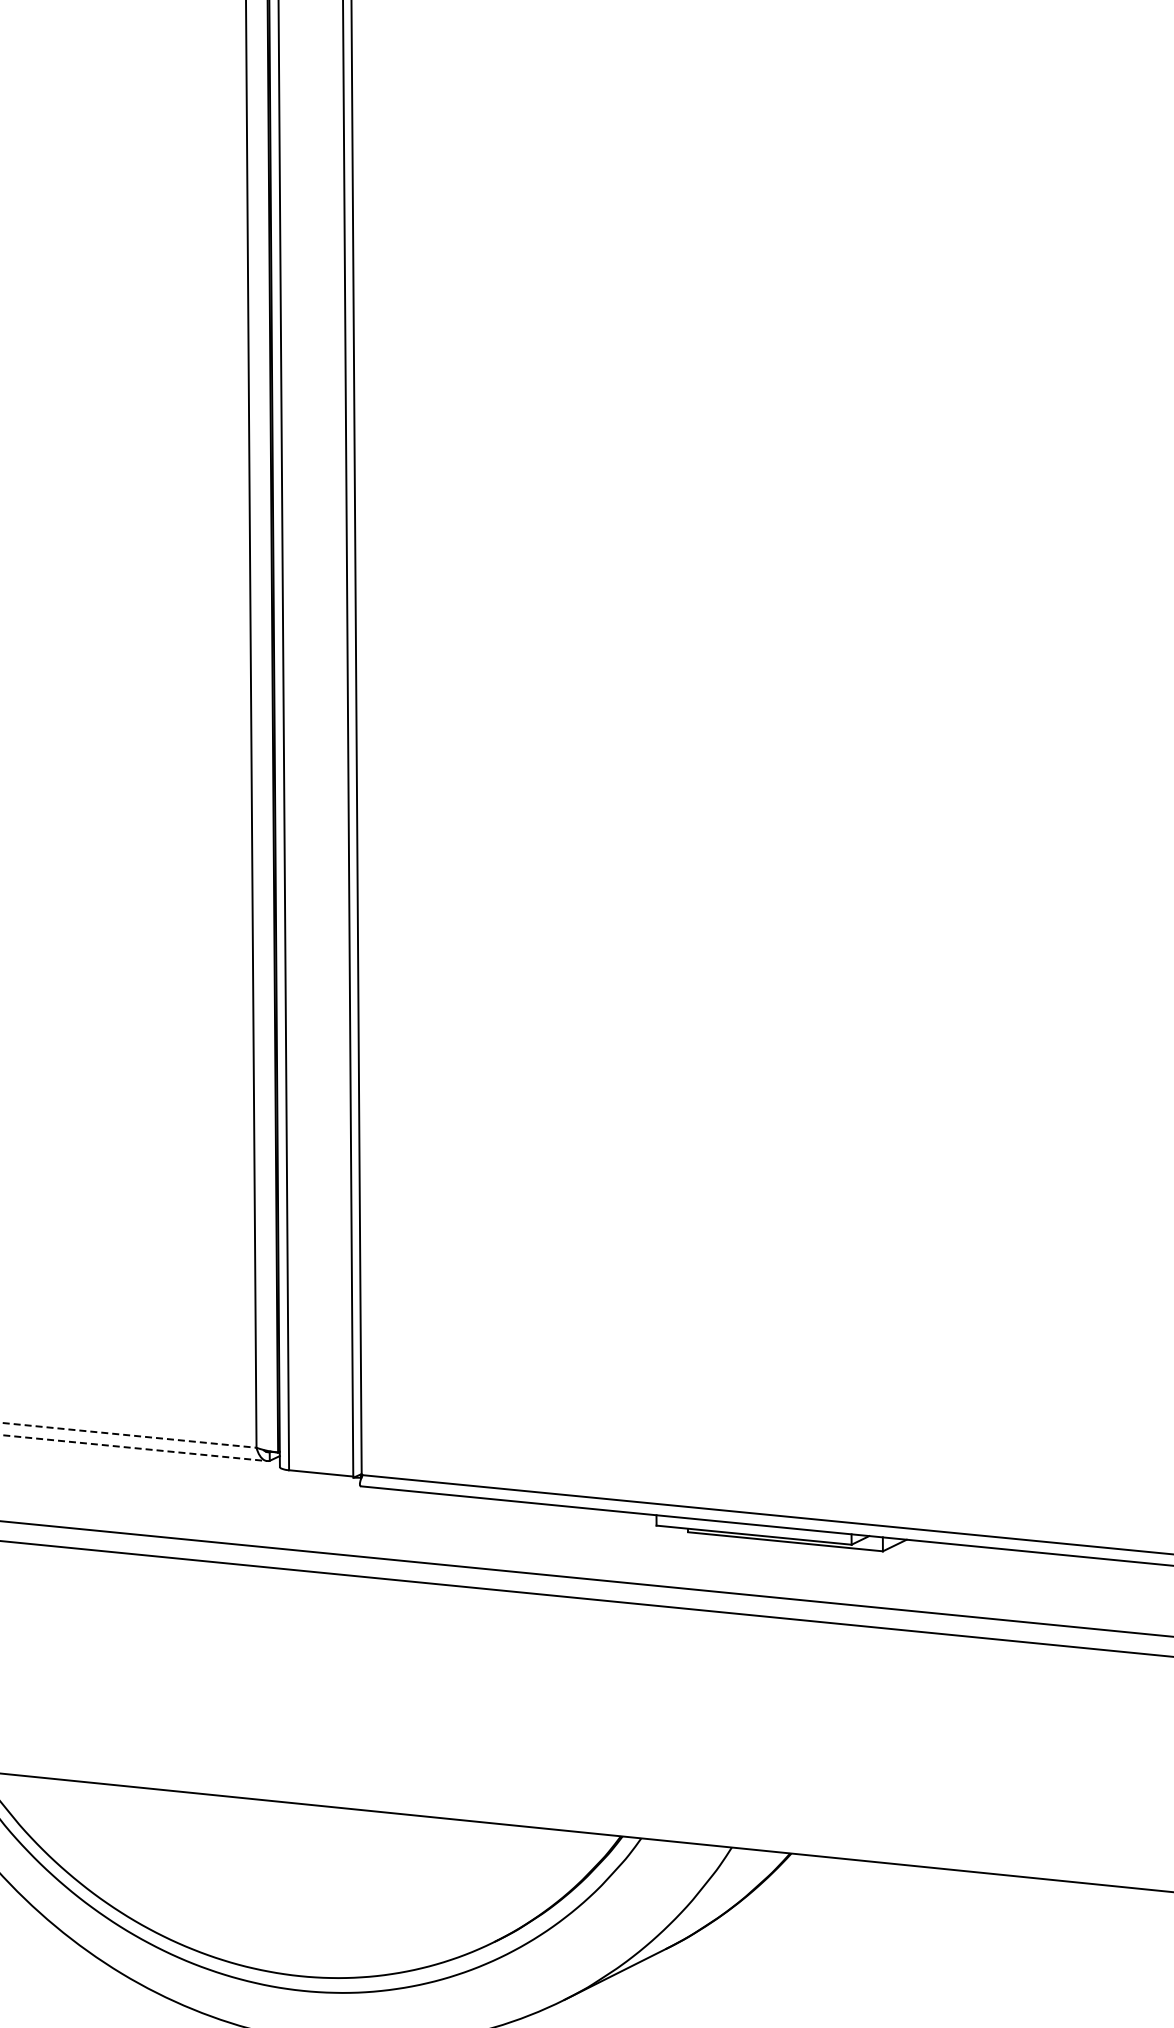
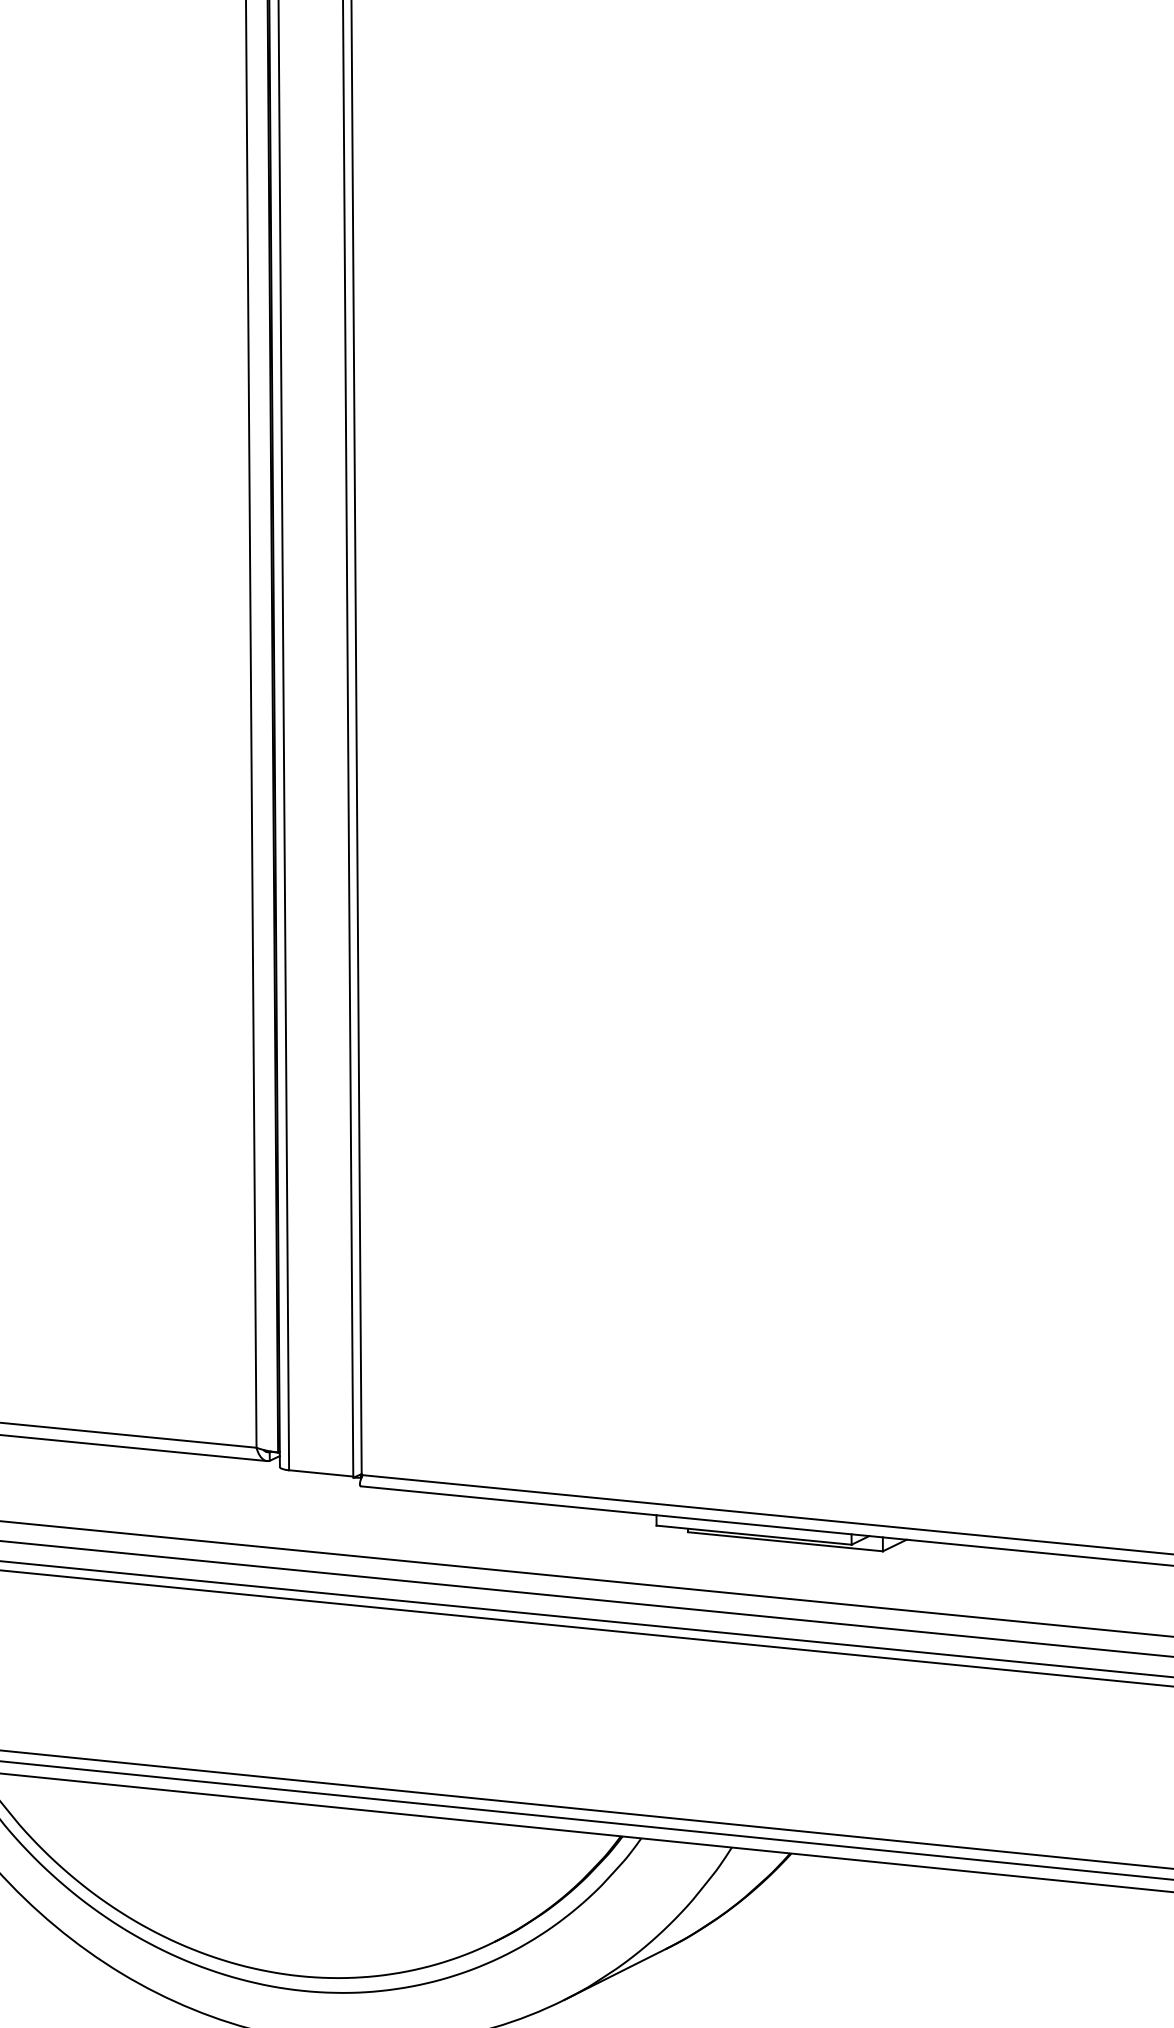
line at (129, 1435): dashed -> solid
line at (133, 1448): dashed -> solid
line at (586, 1618): none -> present
line at (586, 1628): none -> present
line at (586, 1809): none -> present
line at (586, 1820): none -> present
